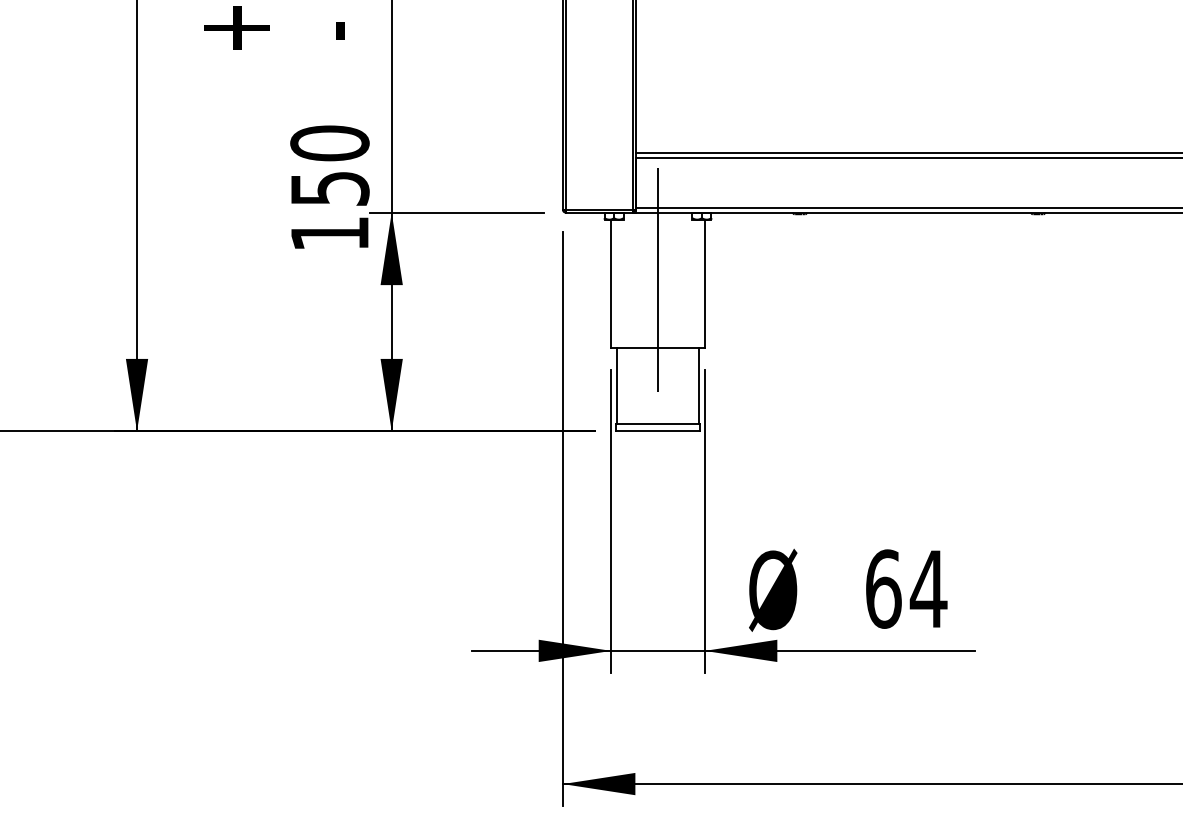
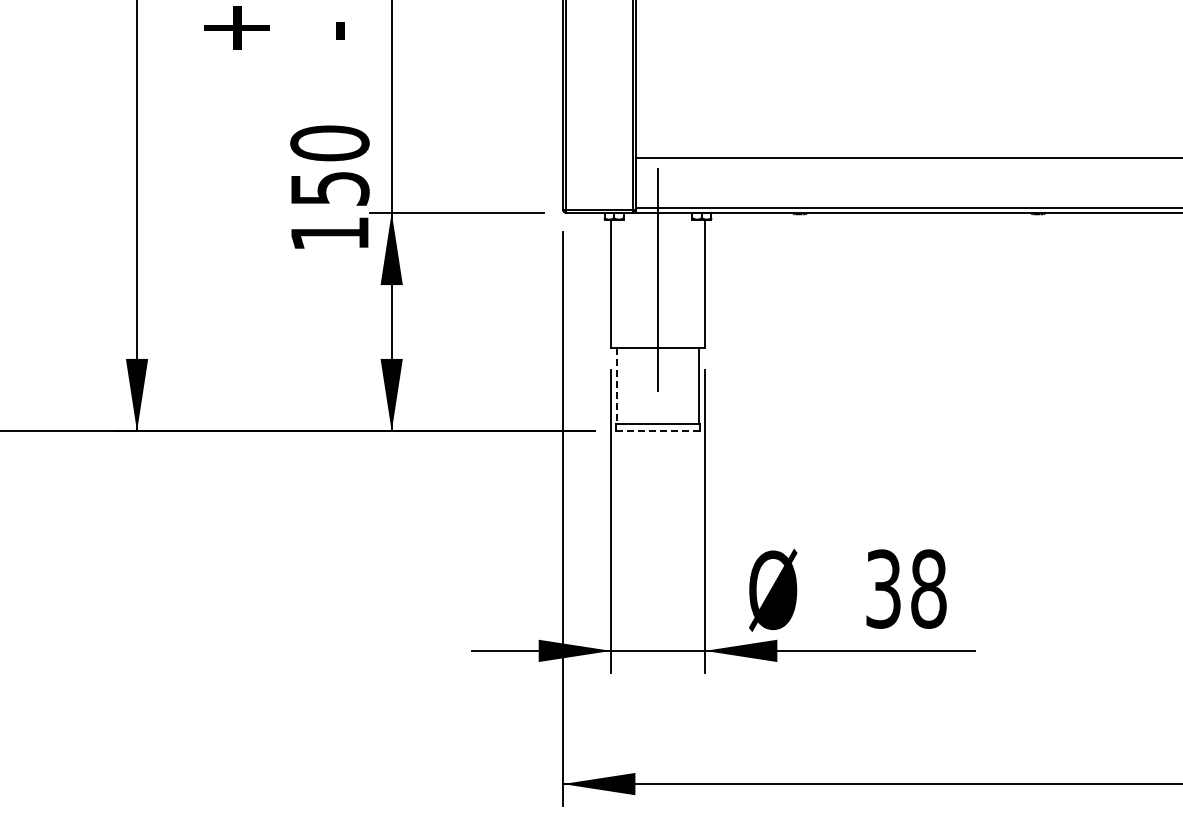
line at (907, 153): present -> none
line at (617, 386): solid -> dashed
line at (658, 431): solid -> dashed
text at (906, 588): 64 -> 38
